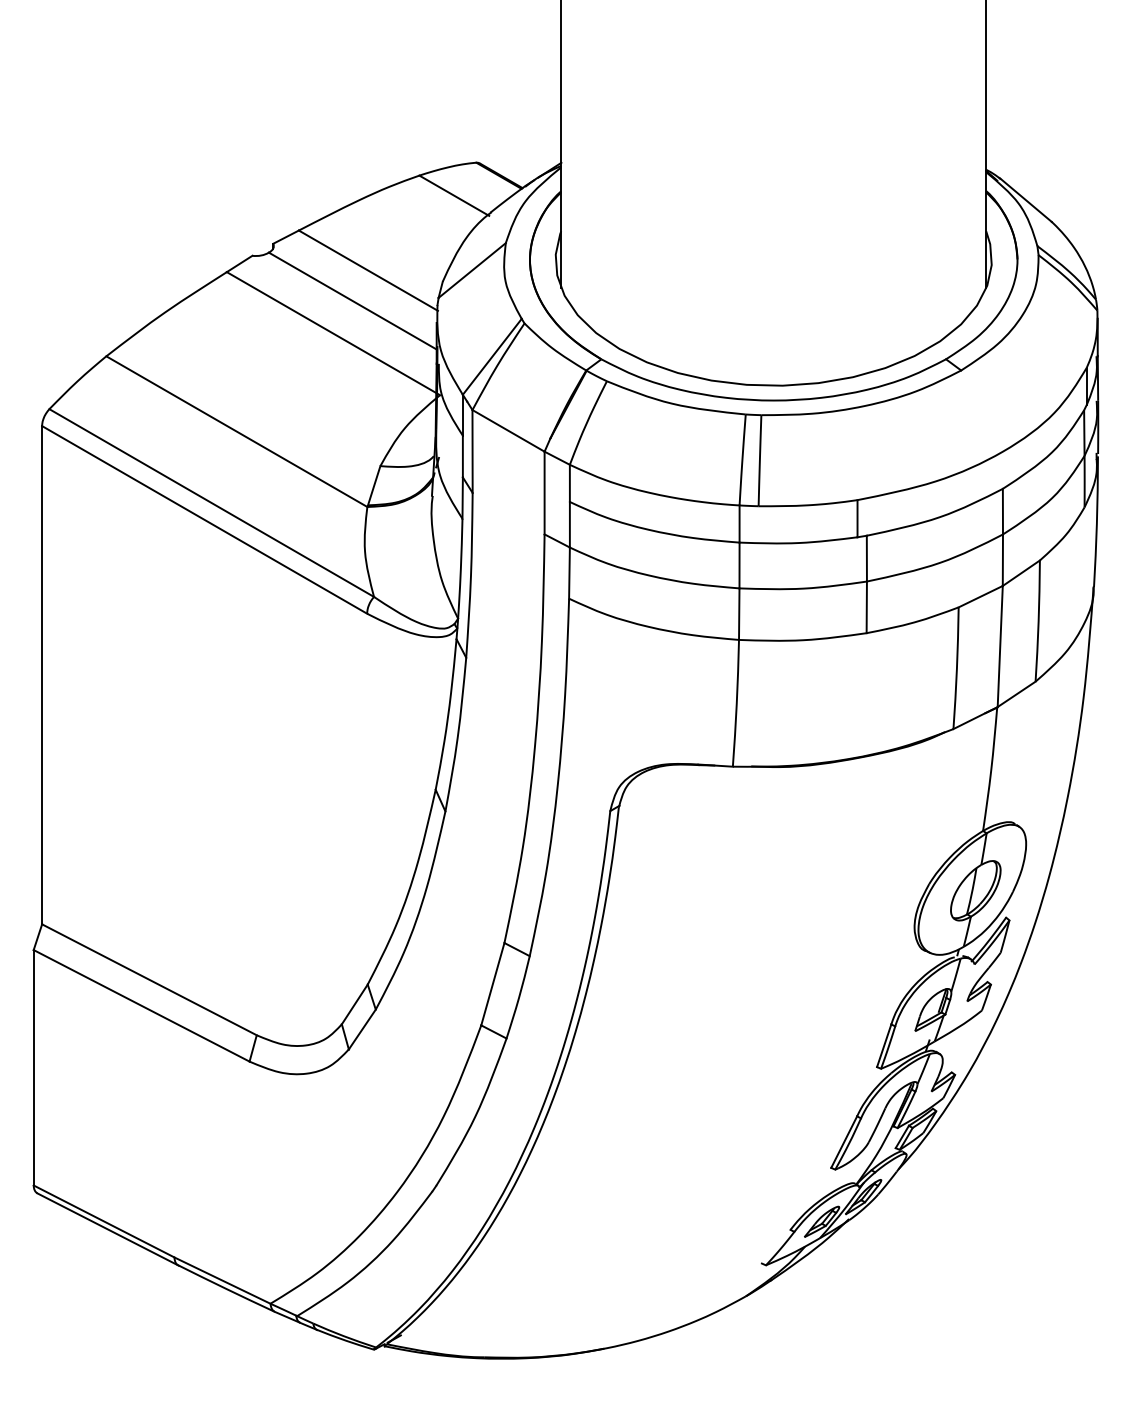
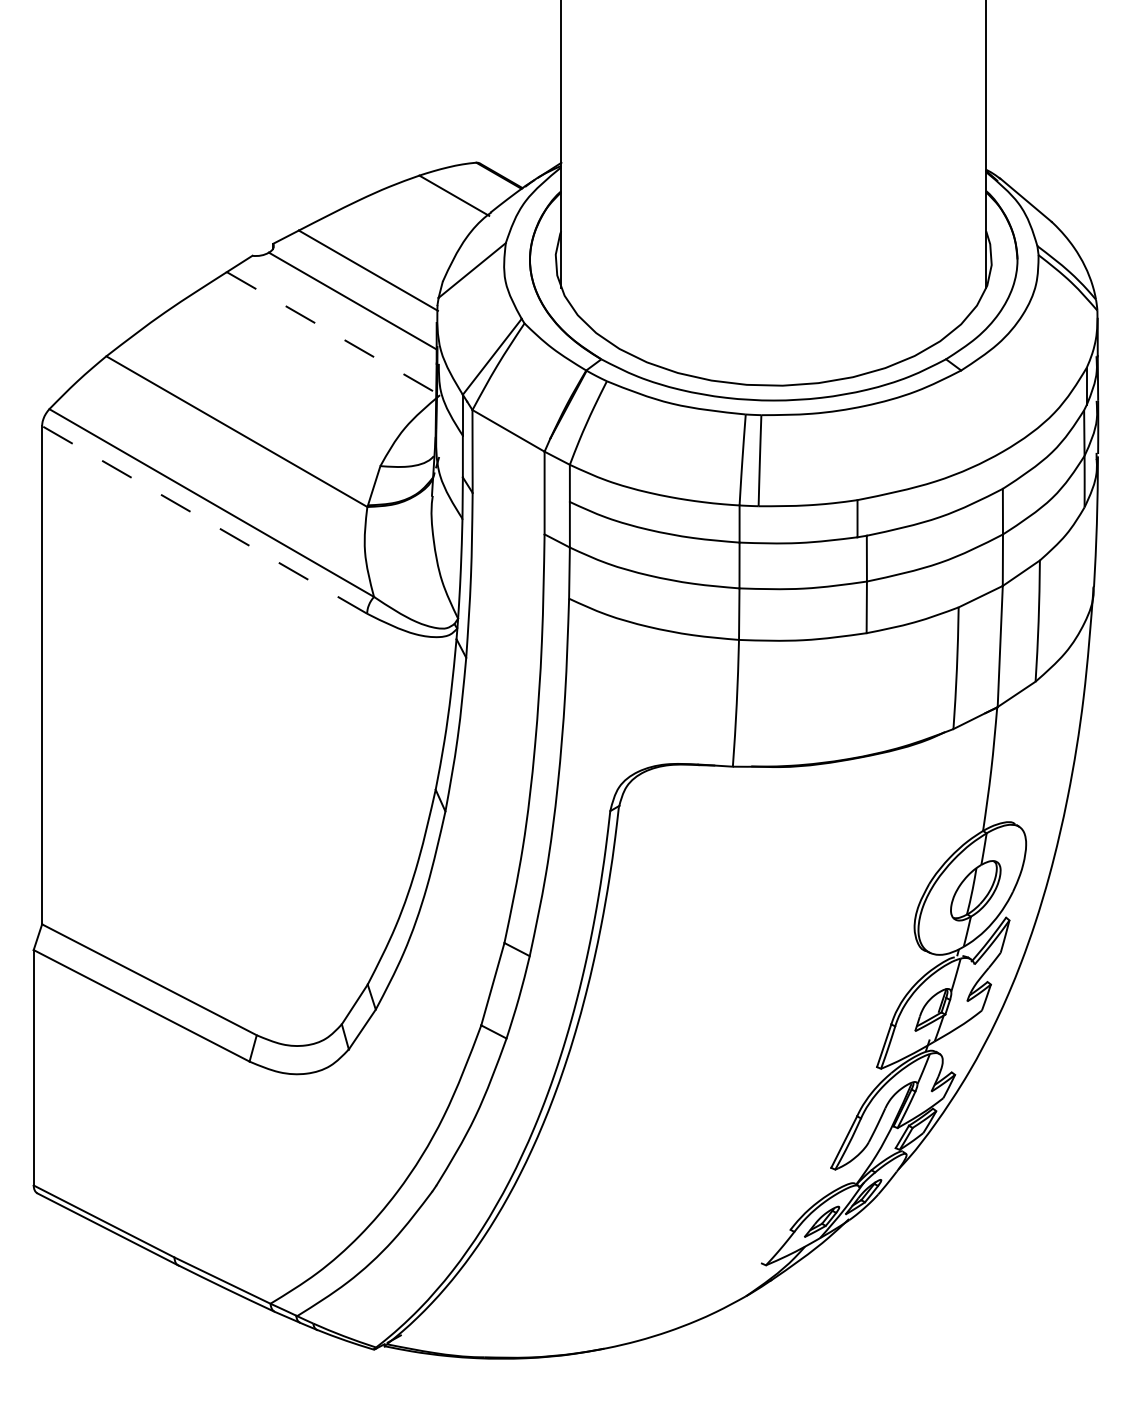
line at (333, 333): solid -> dashed
line at (204, 519): solid -> dashed
